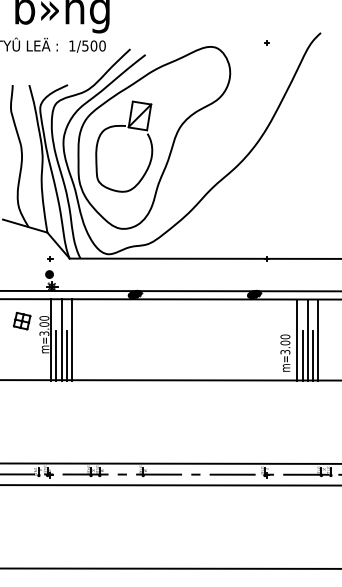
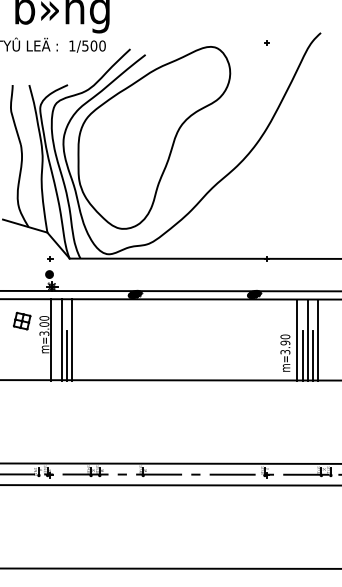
part at (128, 128): present -> none
text at (285, 342): m=3.00 -> m=3.90
line at (56, 355): present -> none
